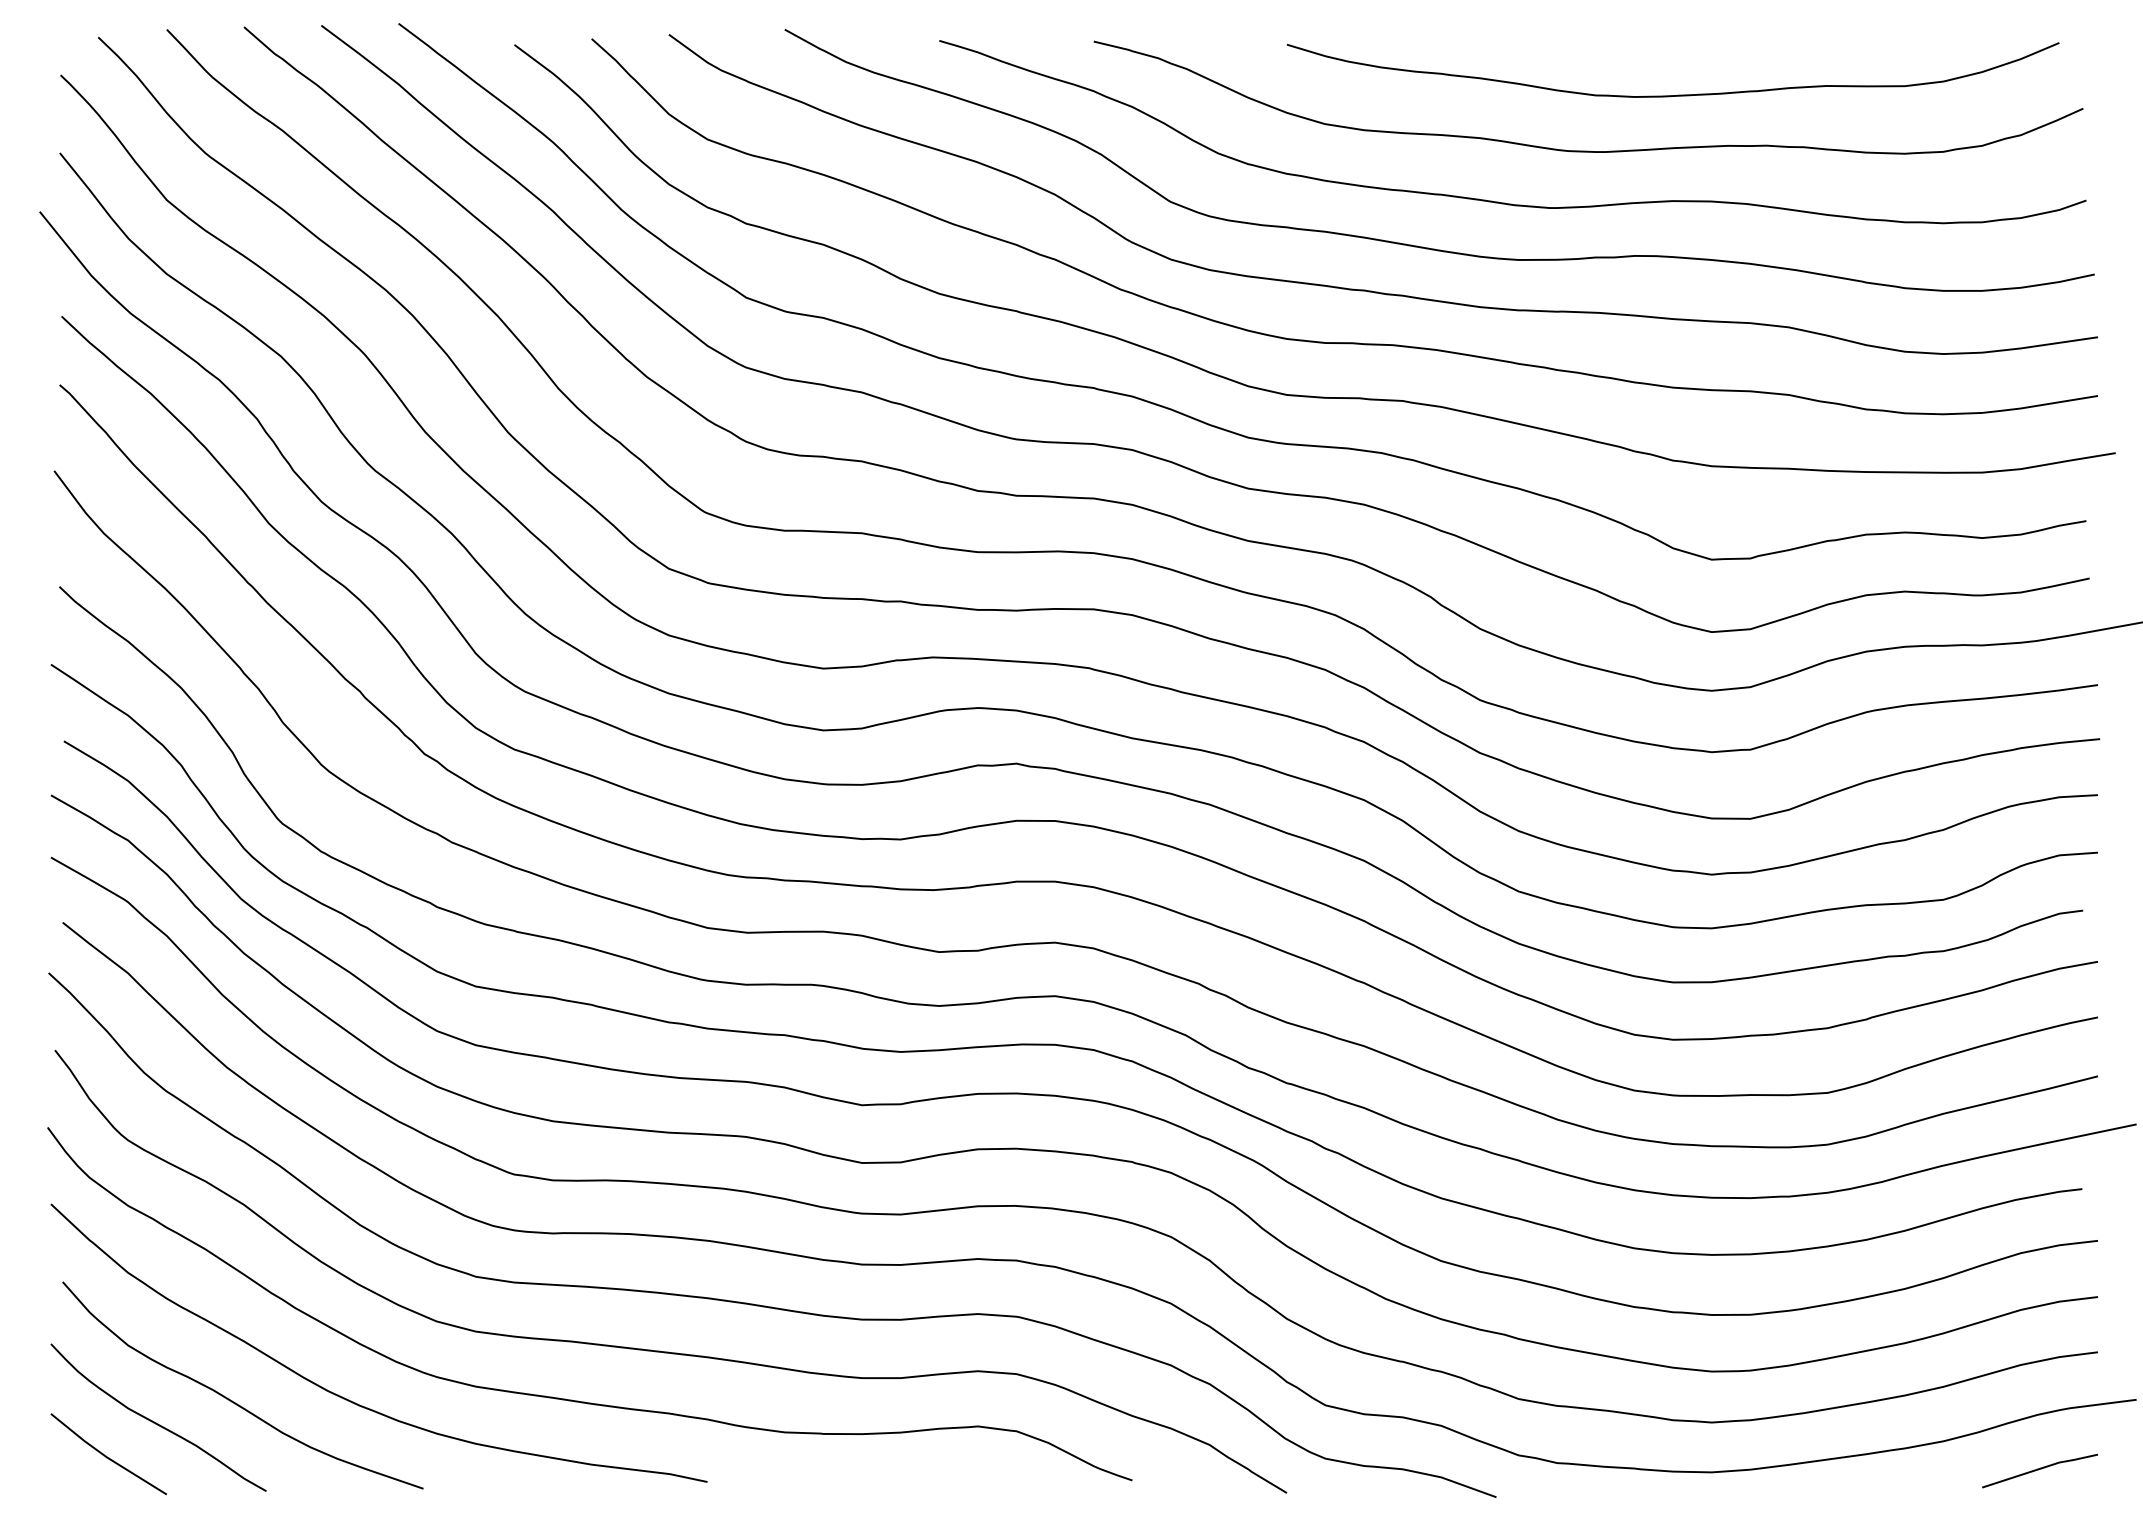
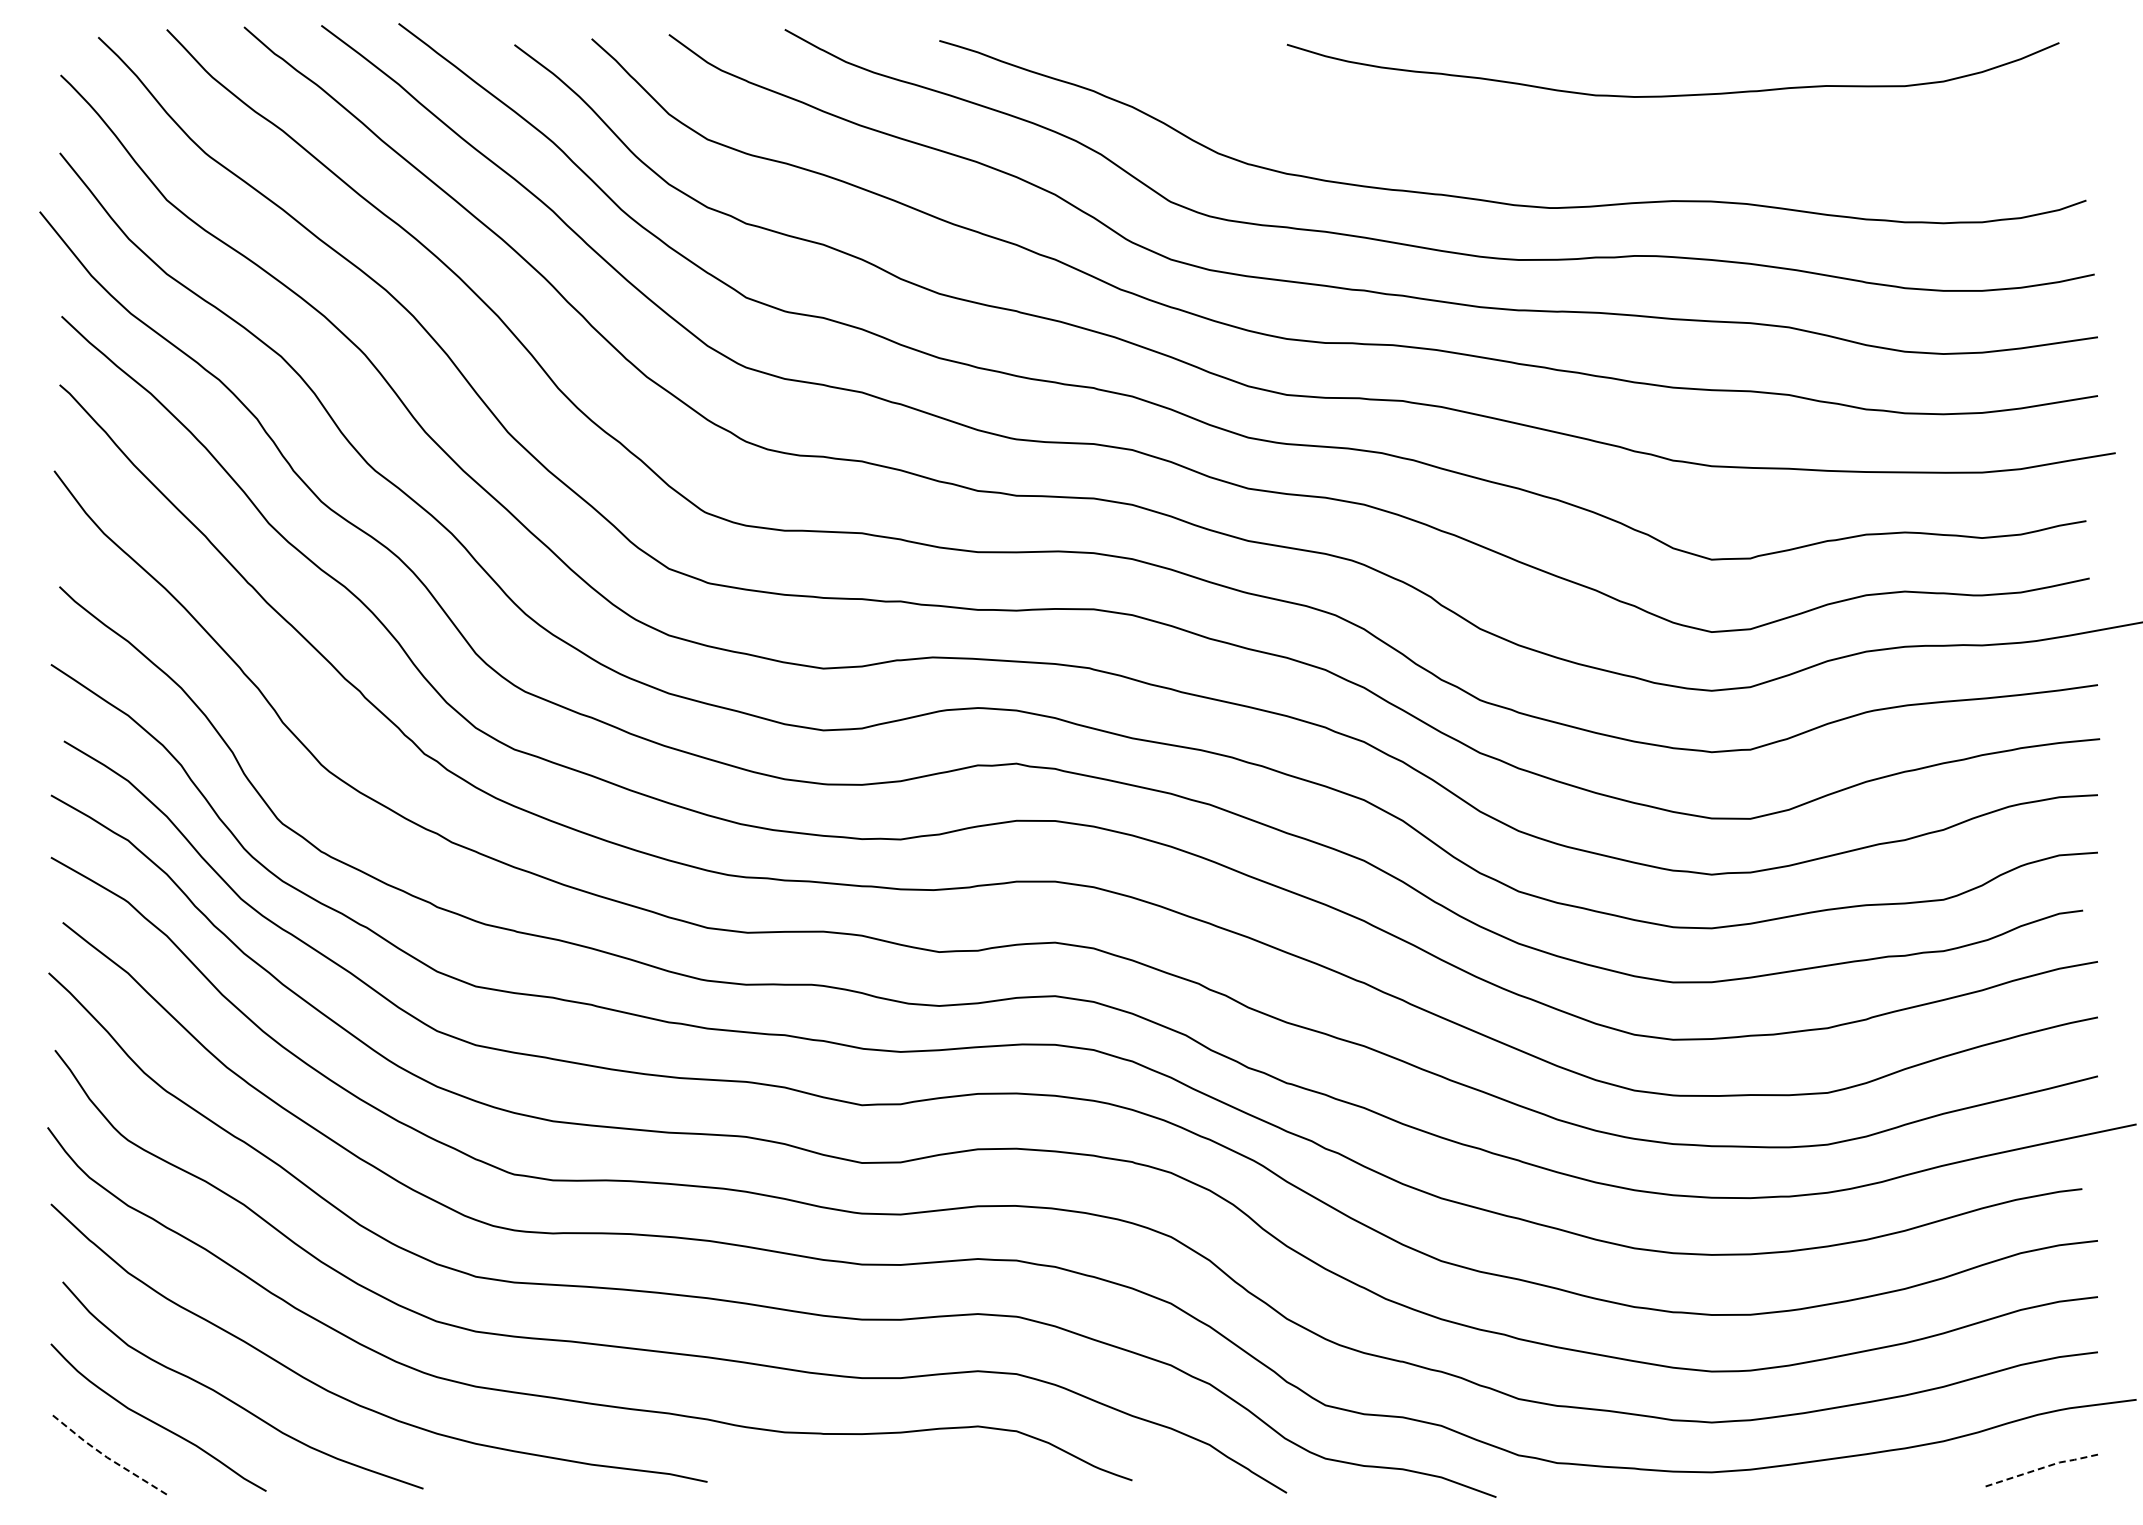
curve at (1588, 150): present -> none
line at (106, 1456): solid -> dashed
line at (2040, 1468): solid -> dashed
